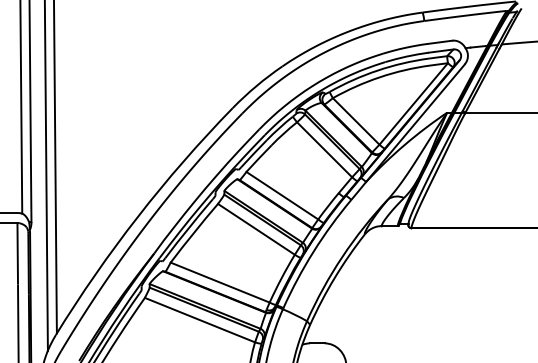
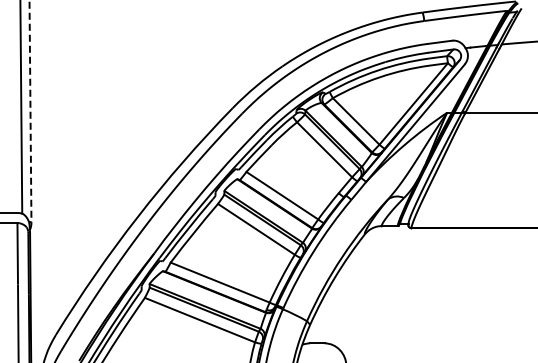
line at (30, 111): solid -> dashed
line at (55, 167): present -> none
line at (45, 176): present -> none
